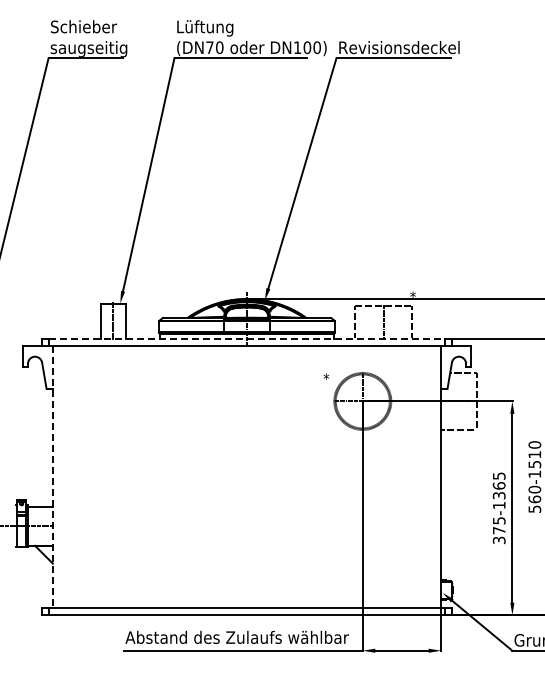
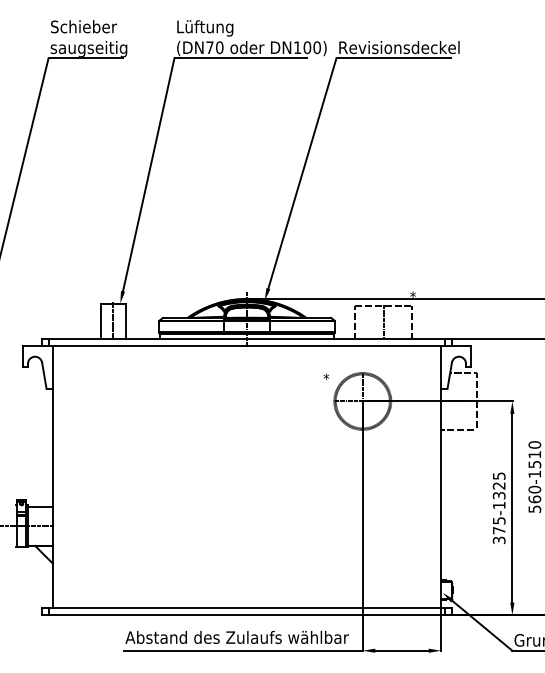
line at (247, 339): dashed -> solid
line at (52, 477): dashed -> solid
text at (498, 485): 375-1365 -> 375-1325
